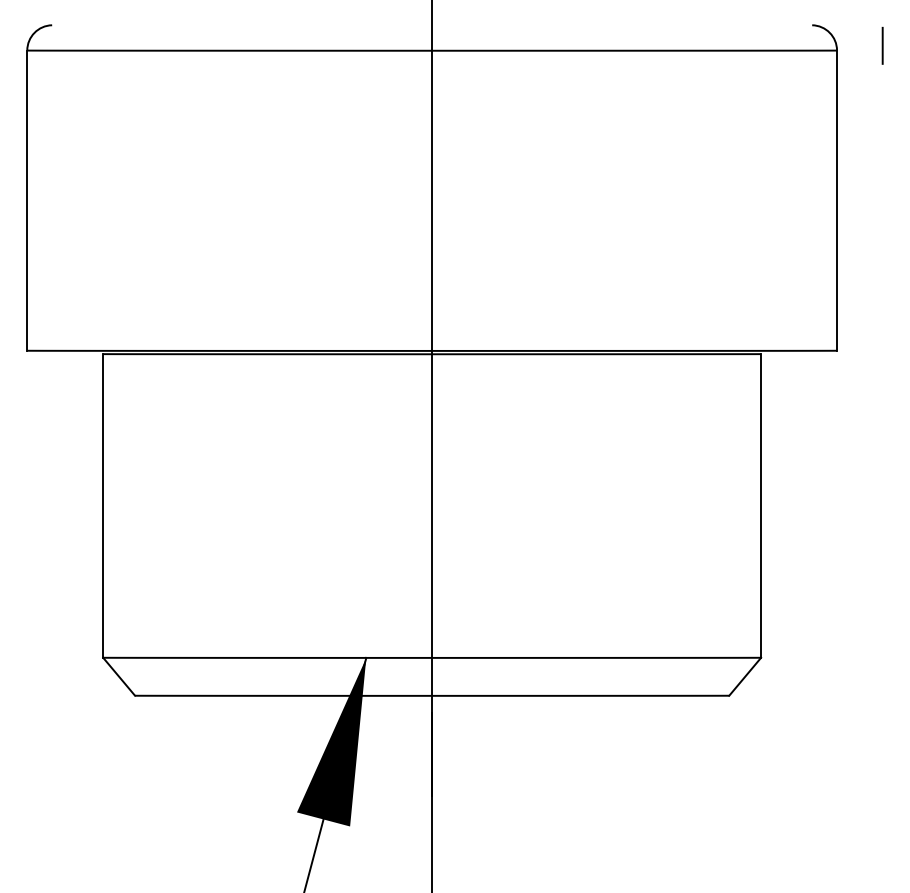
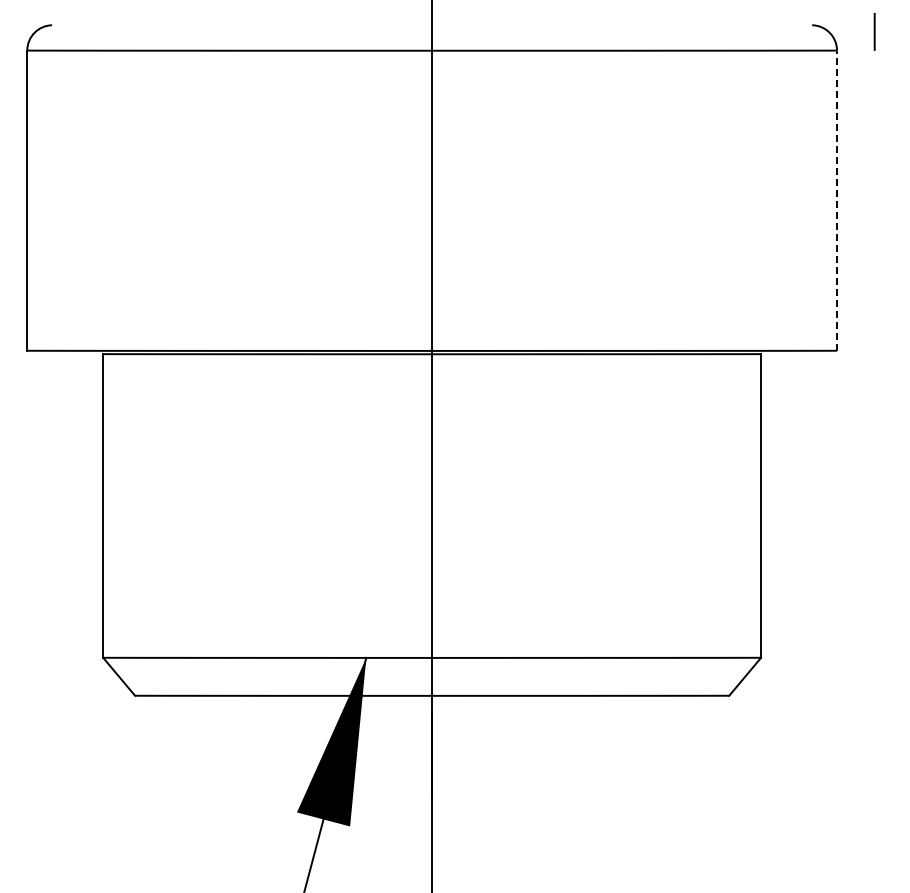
line at (882, 45) position: (882, 45) -> (874, 31)
line at (837, 200): solid -> dashed
